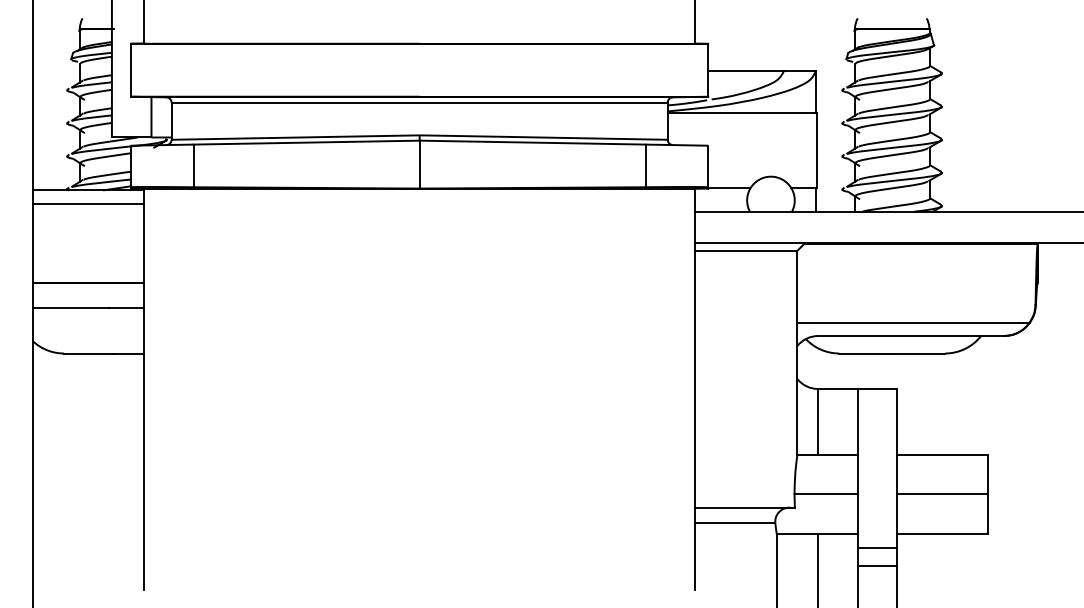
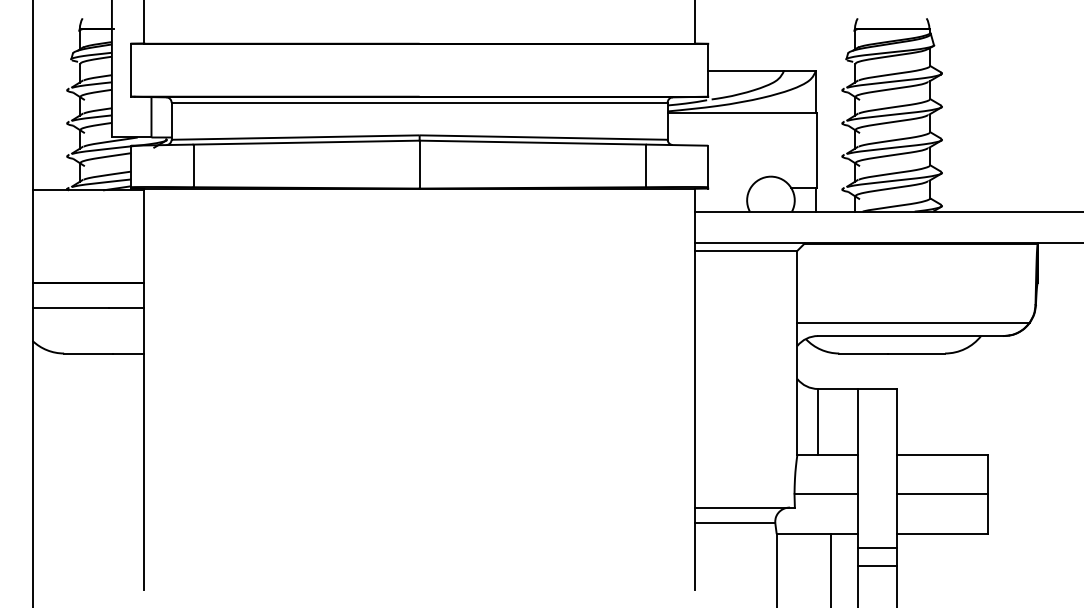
line at (730, 188): present -> none
line at (88, 203): present -> none
line at (818, 569) position: (818, 569) -> (831, 569)
